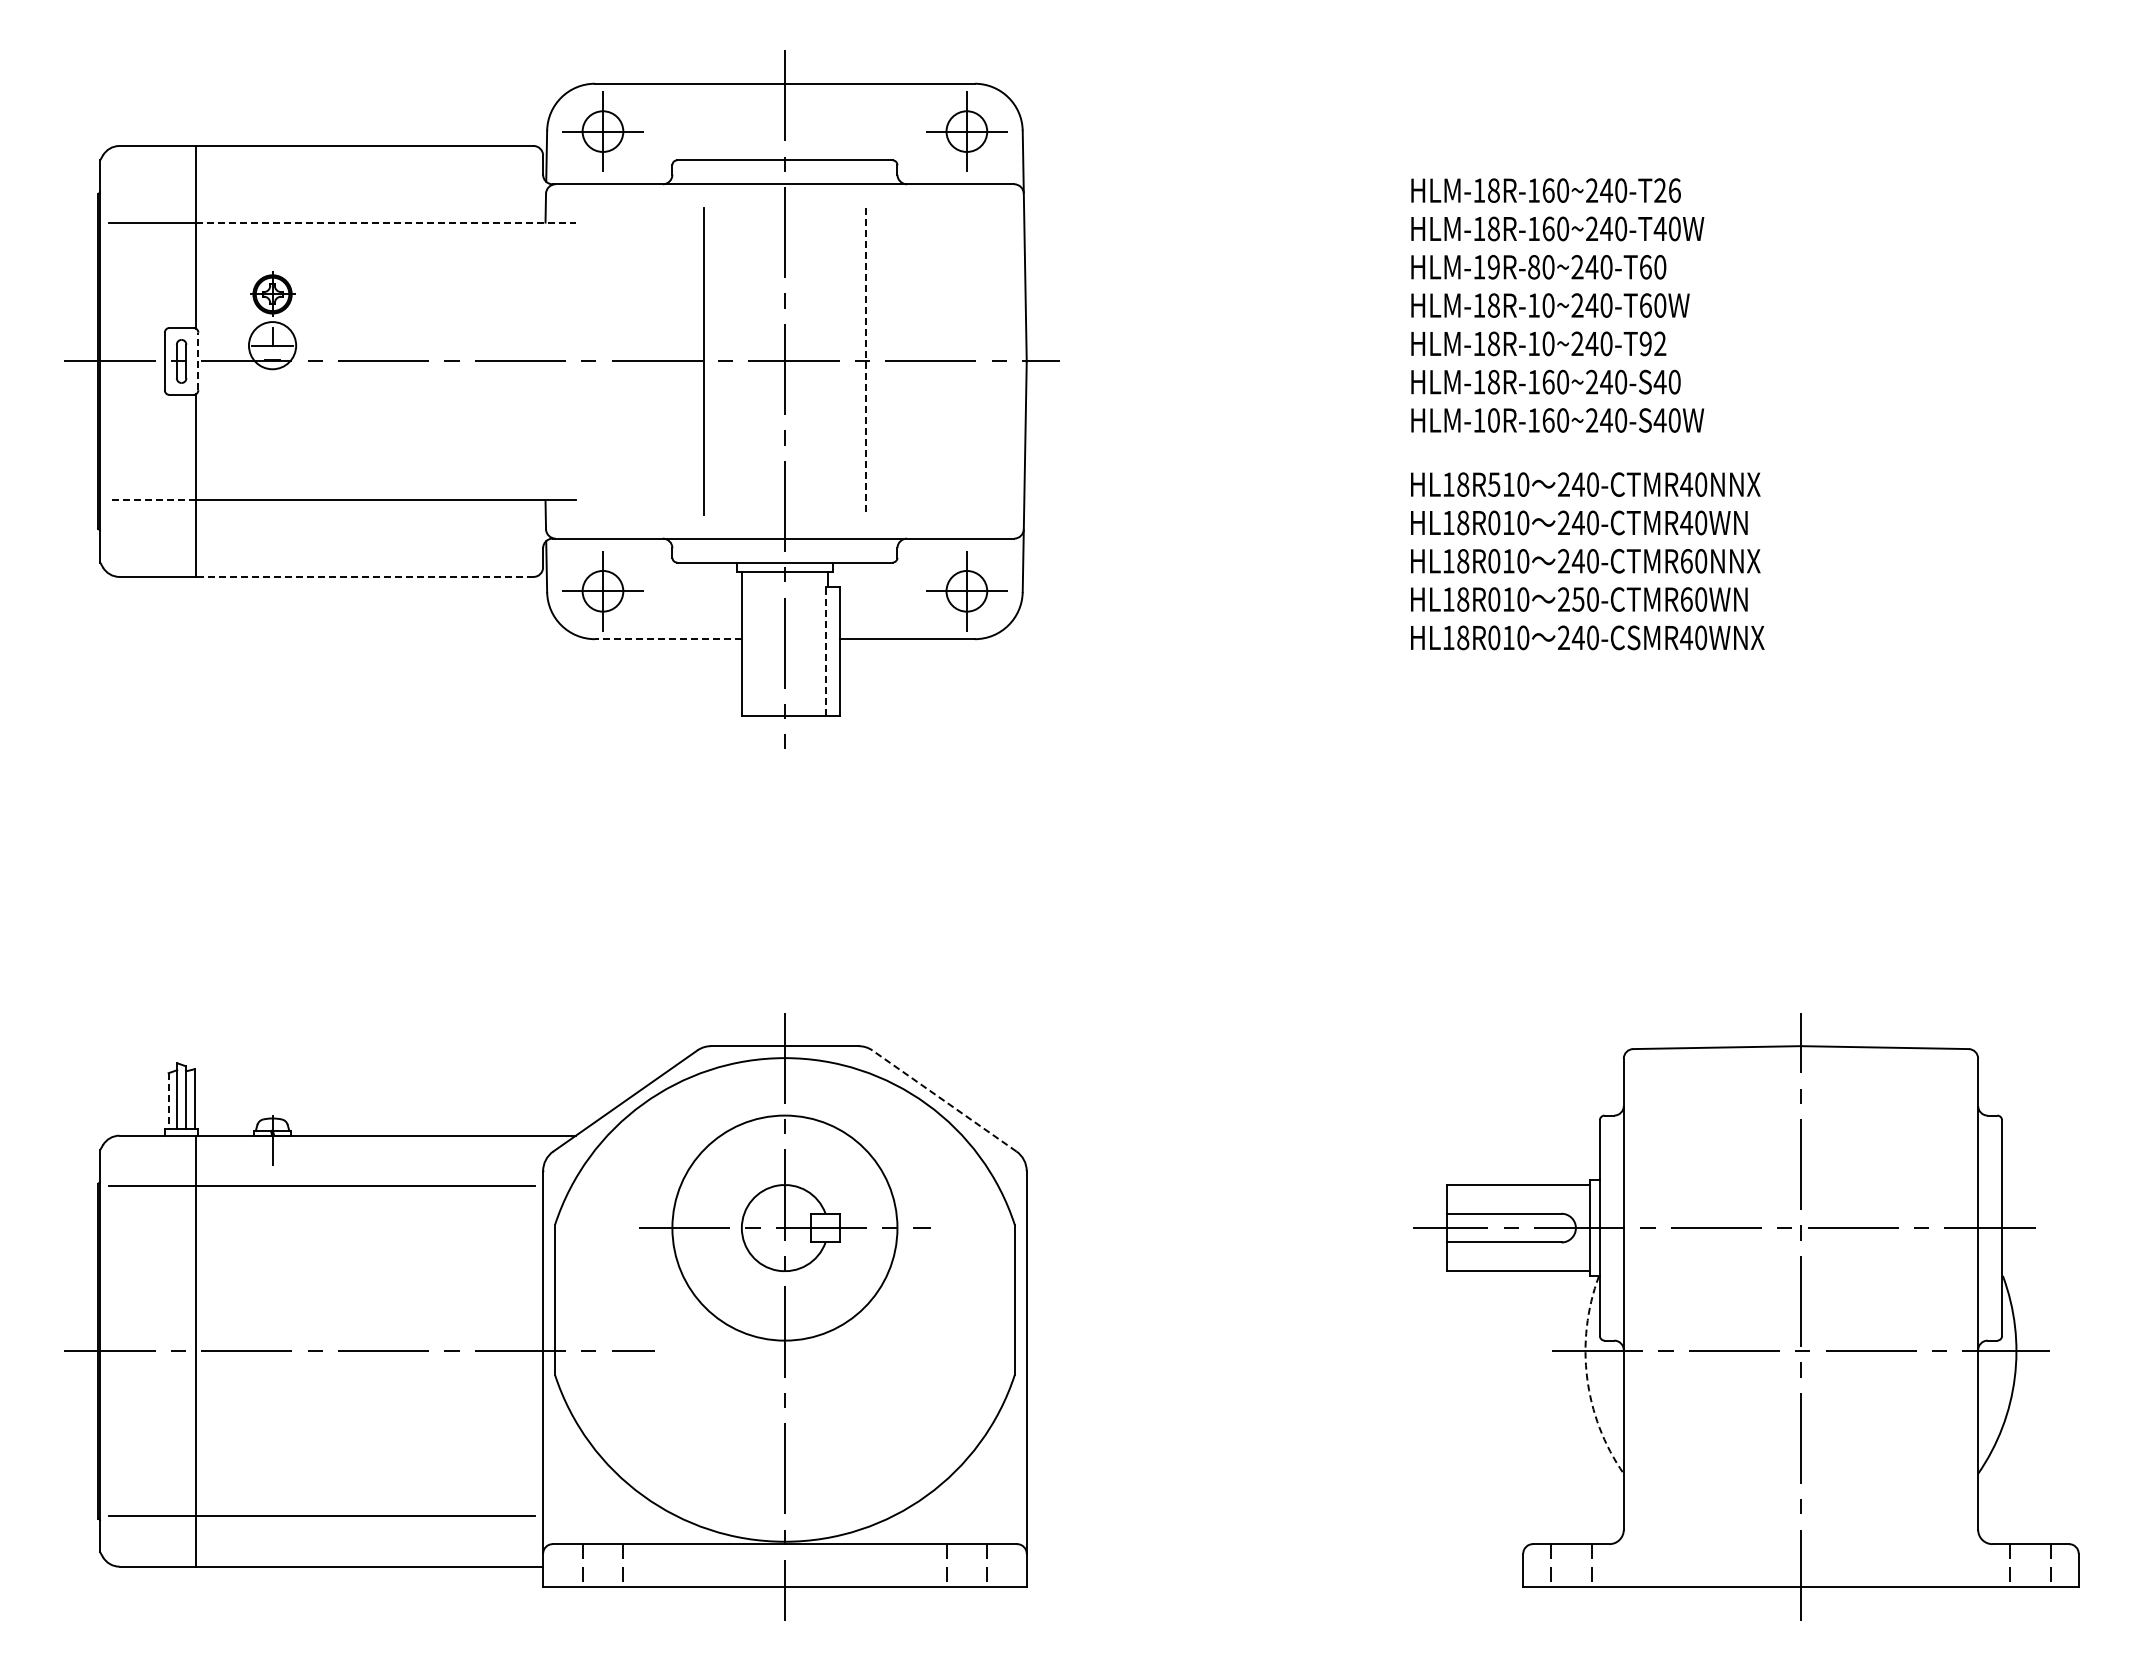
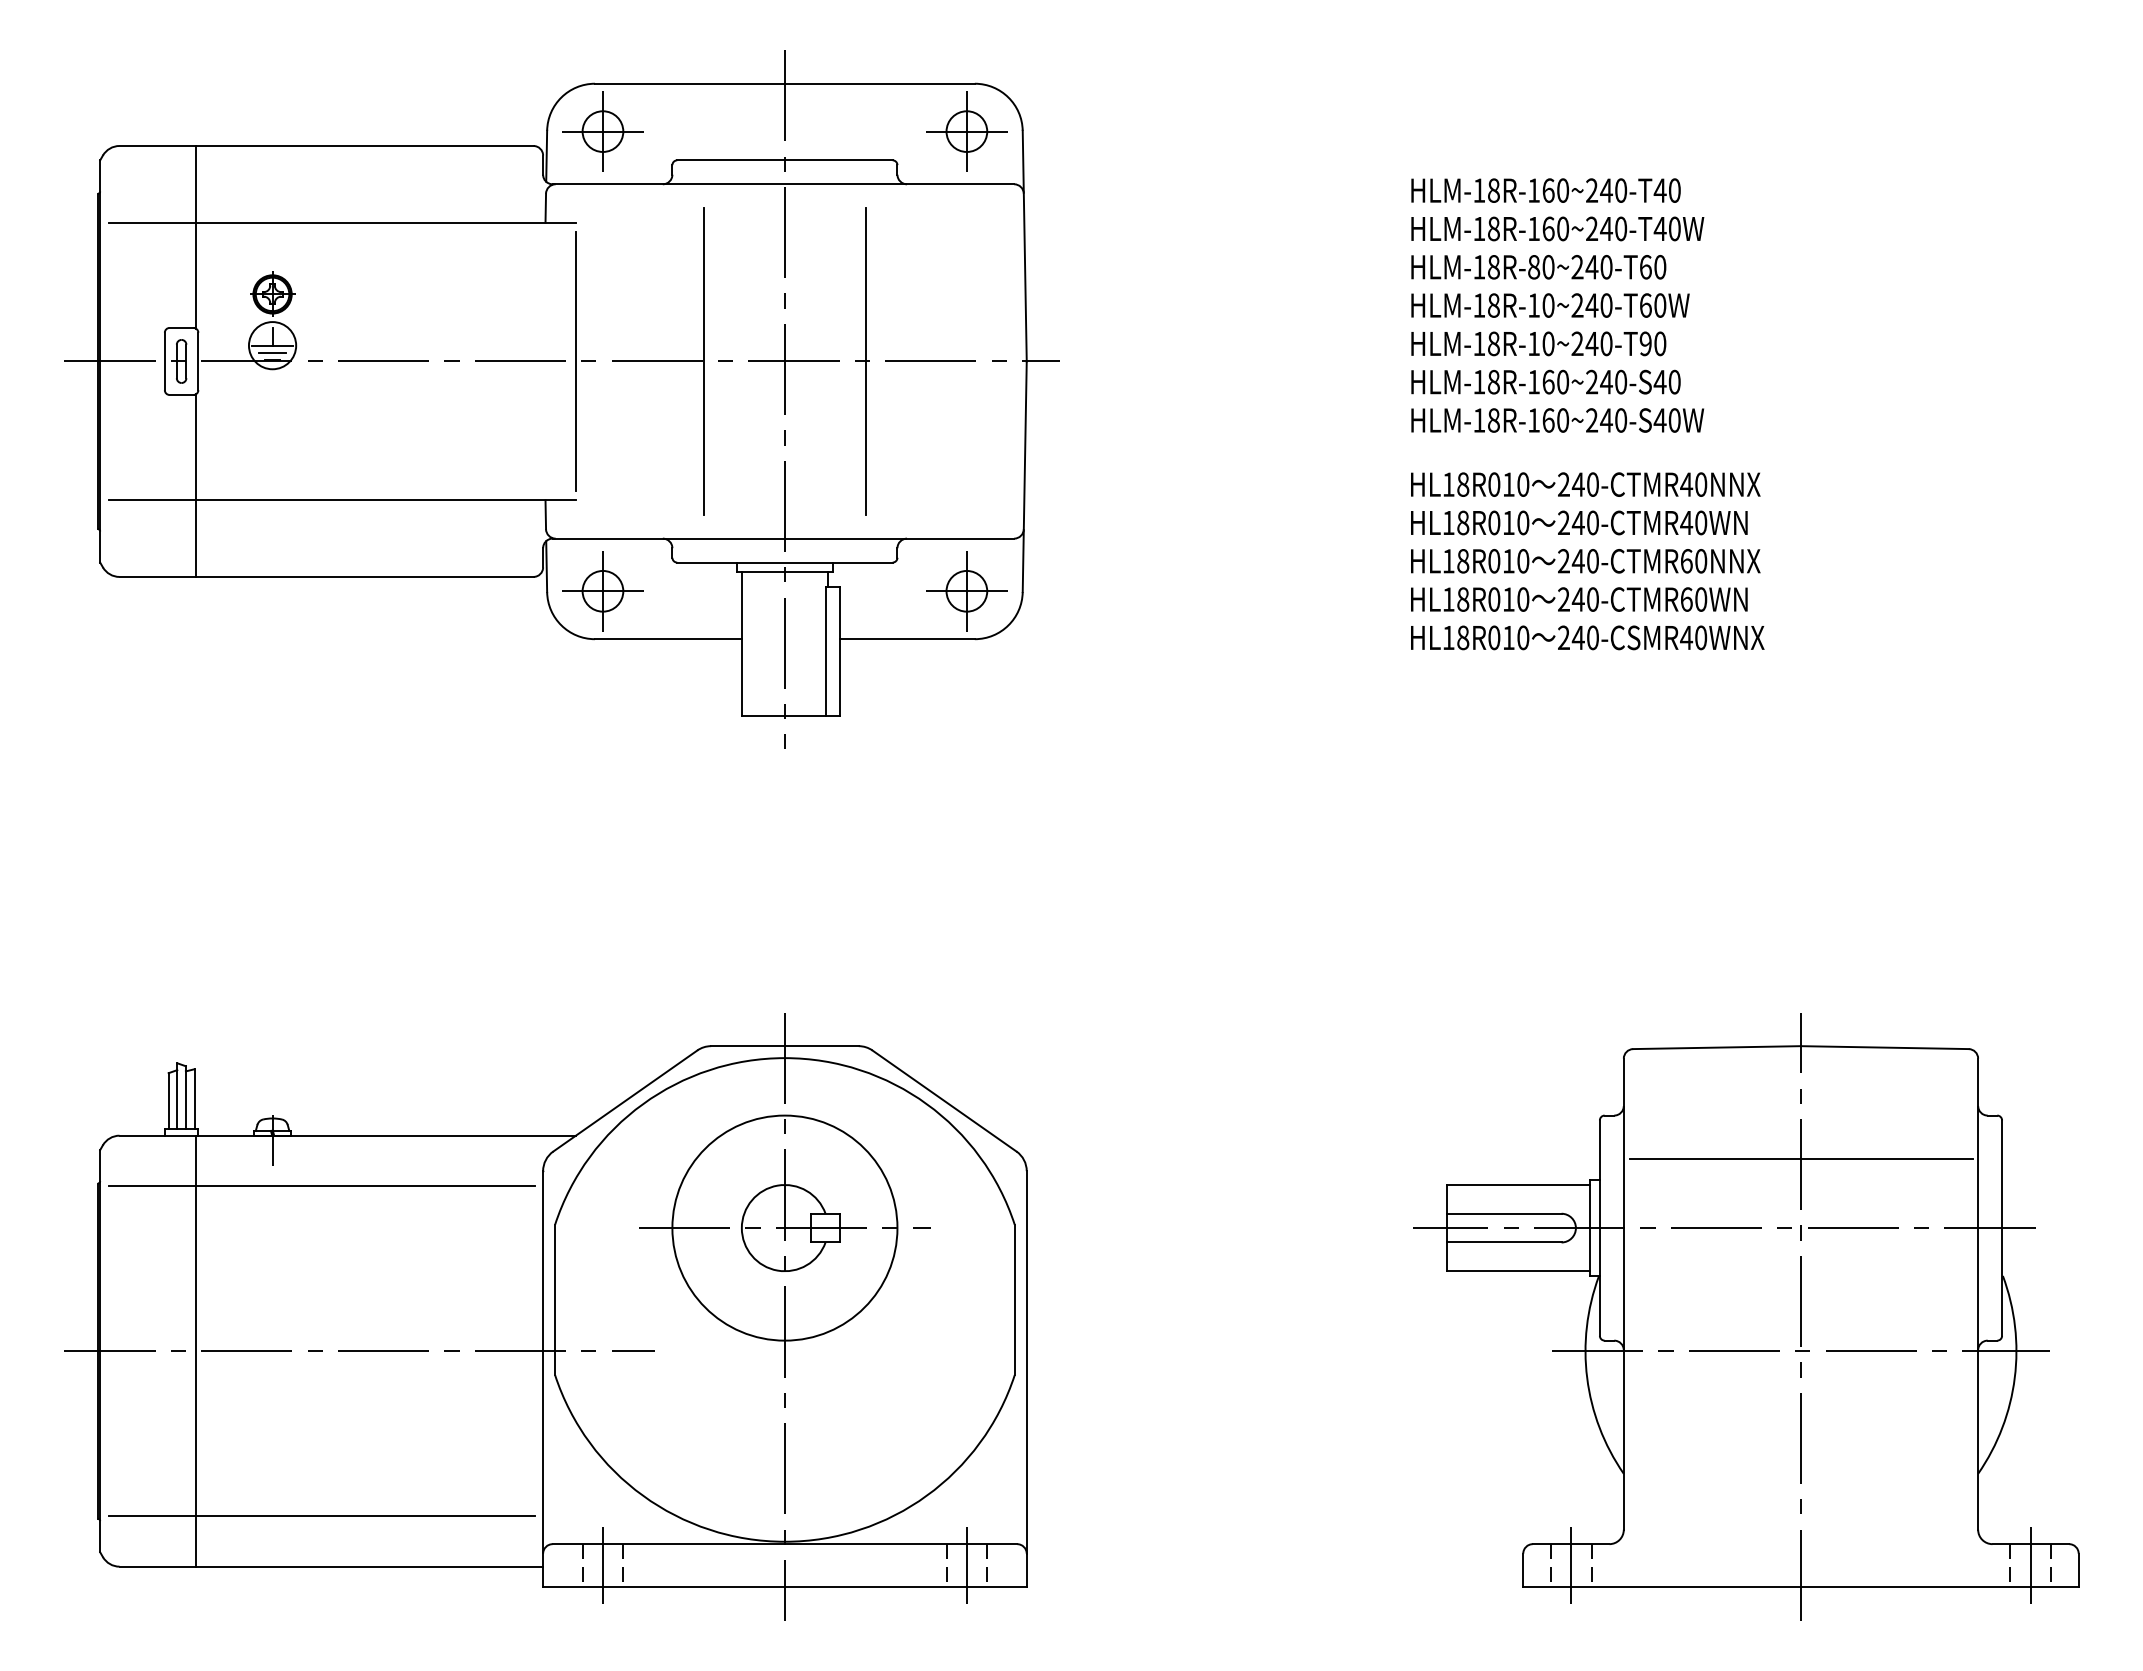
text at (1666, 190): HLM-18R-160~240-T26 -> HLM-18R-160~240-T40
line at (385, 222): dashed -> solid
text at (1493, 267): HLM-19R-80~240-T60 -> HLM-18R-80~240-T60
text at (1660, 343): HLM-18R-10~240-T92 -> HLM-18R-10~240-T90
line at (272, 352): none -> present
line at (198, 361): dashed -> solid
line at (575, 361): none -> present
line at (866, 361): dashed -> solid
text at (1493, 420): HLM-10R-160~240-S40W -> HLM-18R-160~240-S40W
text at (1494, 484): HL18R510 -> HL18R010
line at (152, 500): dashed -> solid
line at (364, 576): dashed -> solid
text at (1577, 599): 250-CTMR60WN -> 240-CTMR60WN
line at (667, 639): dashed -> solid
line at (825, 651): dashed -> solid
line at (168, 1100): dashed -> solid
line at (944, 1101): dashed -> solid
line at (1801, 1158): none -> present
arc at (1587, 1378): dashed -> solid
line at (602, 1565): none -> present
line at (966, 1565): none -> present
line at (1571, 1565): none -> present
line at (2030, 1565): none -> present
